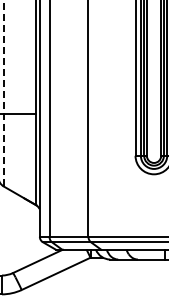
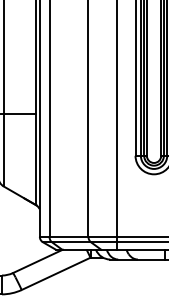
line at (3, 93): dashed -> solid
line at (117, 125): none -> present
